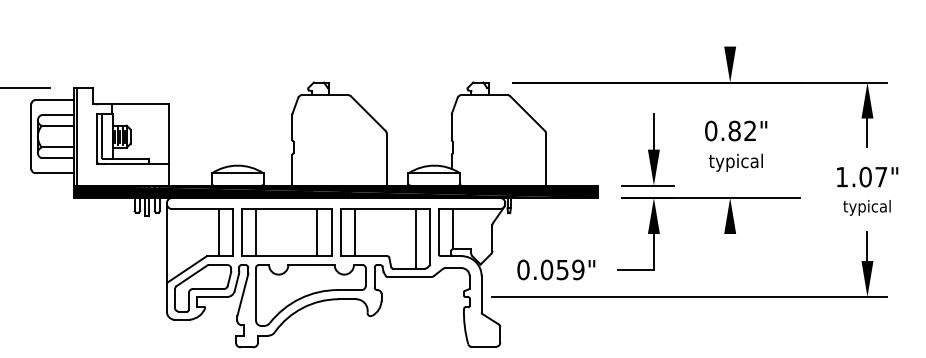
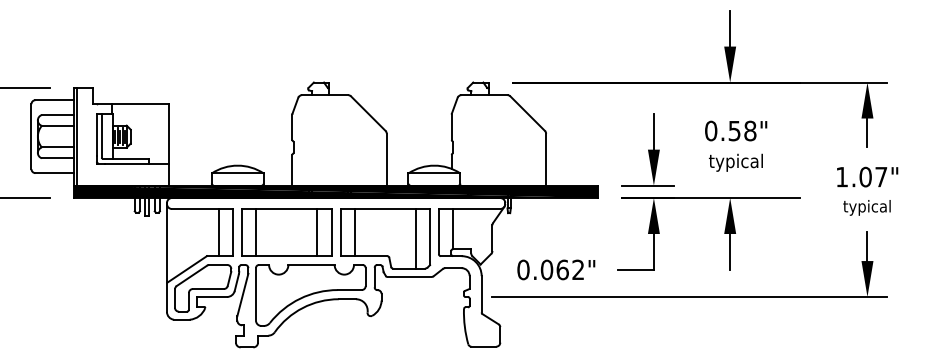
line at (730, 28): none -> present
text at (742, 130): 0.82" -> 0.58"
line at (25, 198): none -> present
line at (730, 251): none -> present
text at (570, 269): 0.059" -> 0.062"
